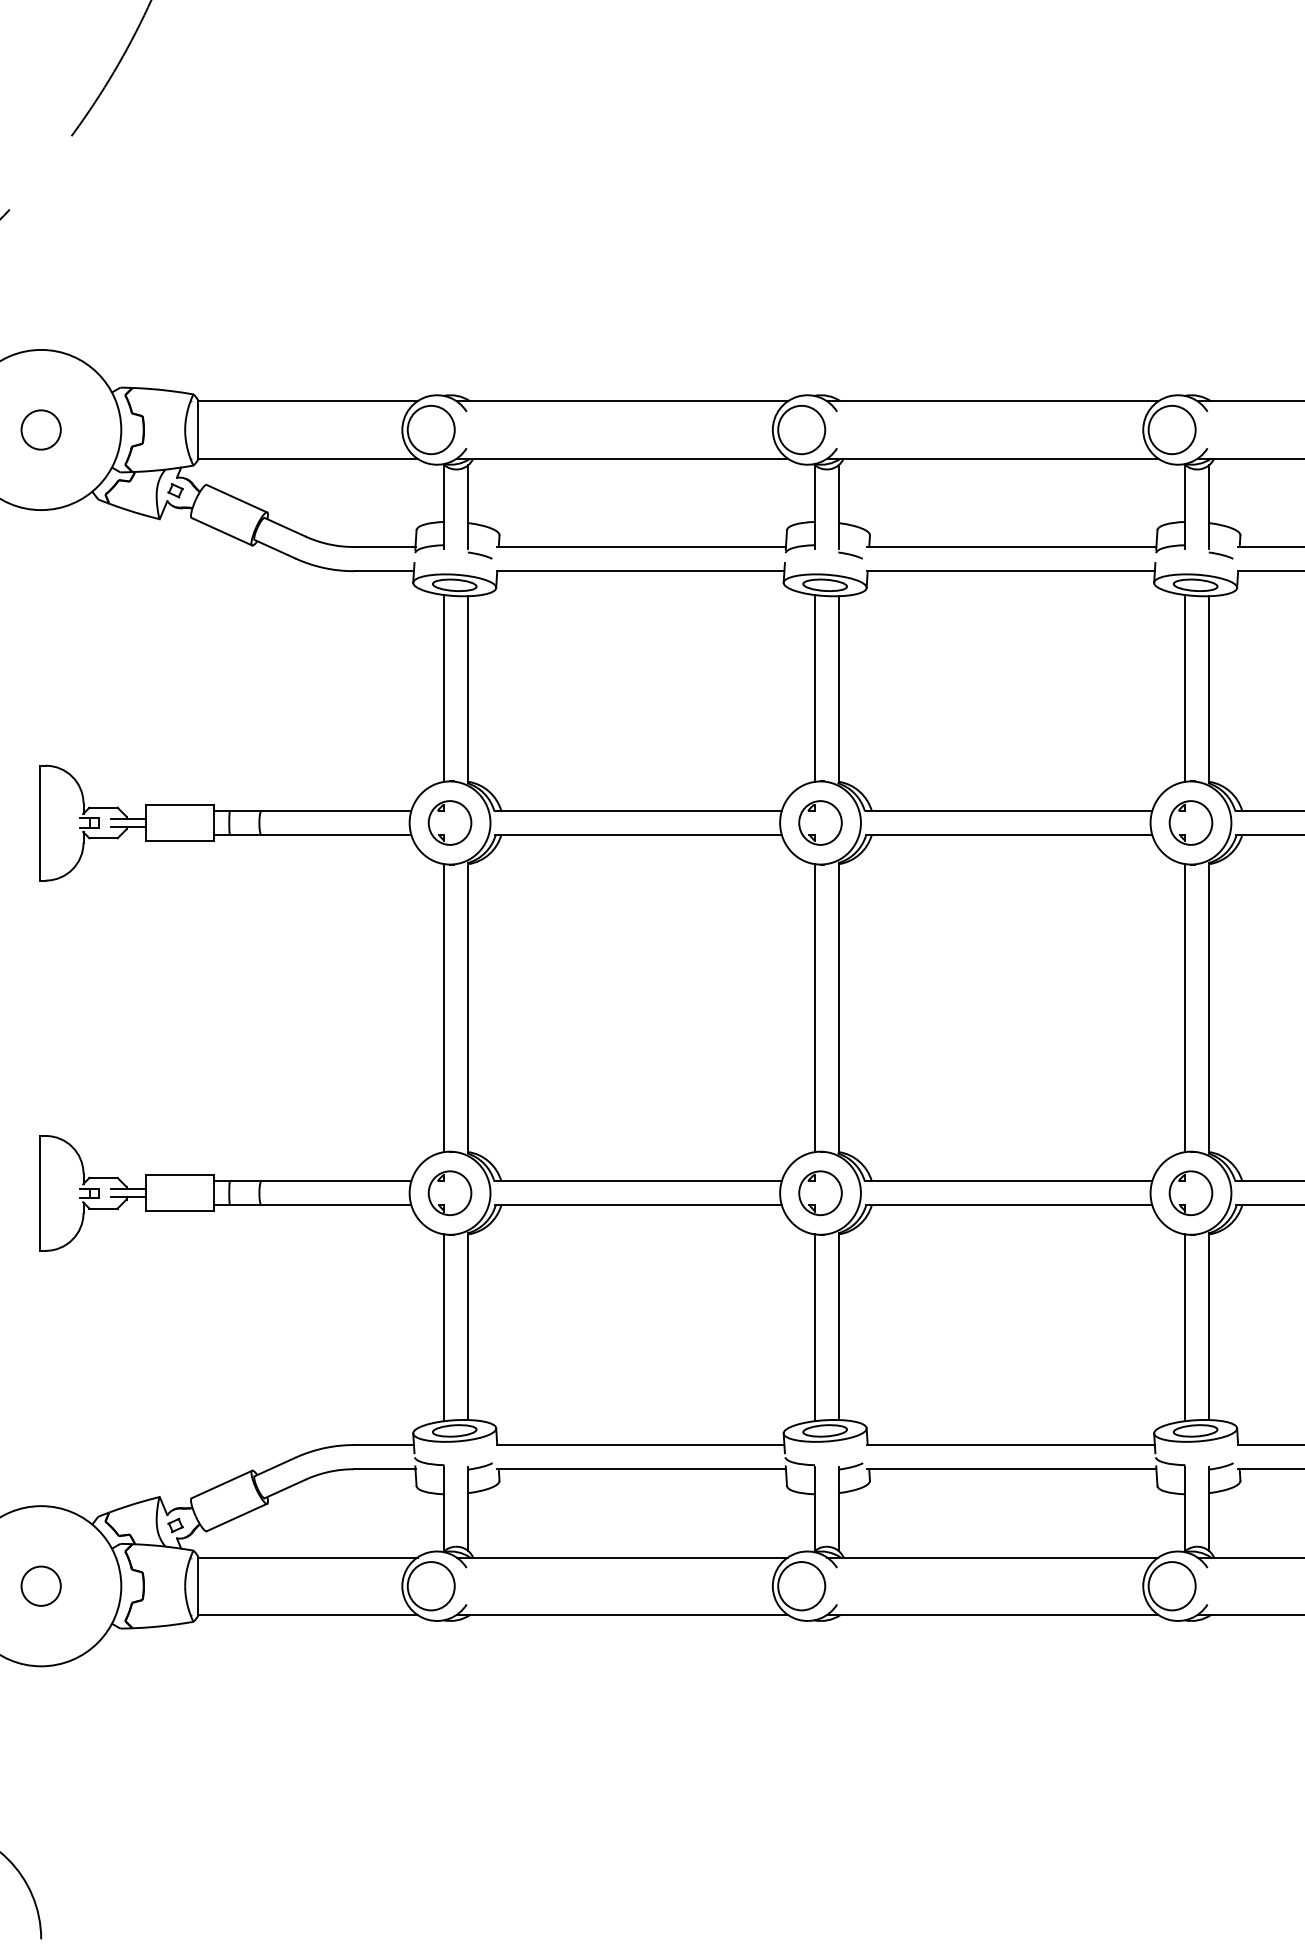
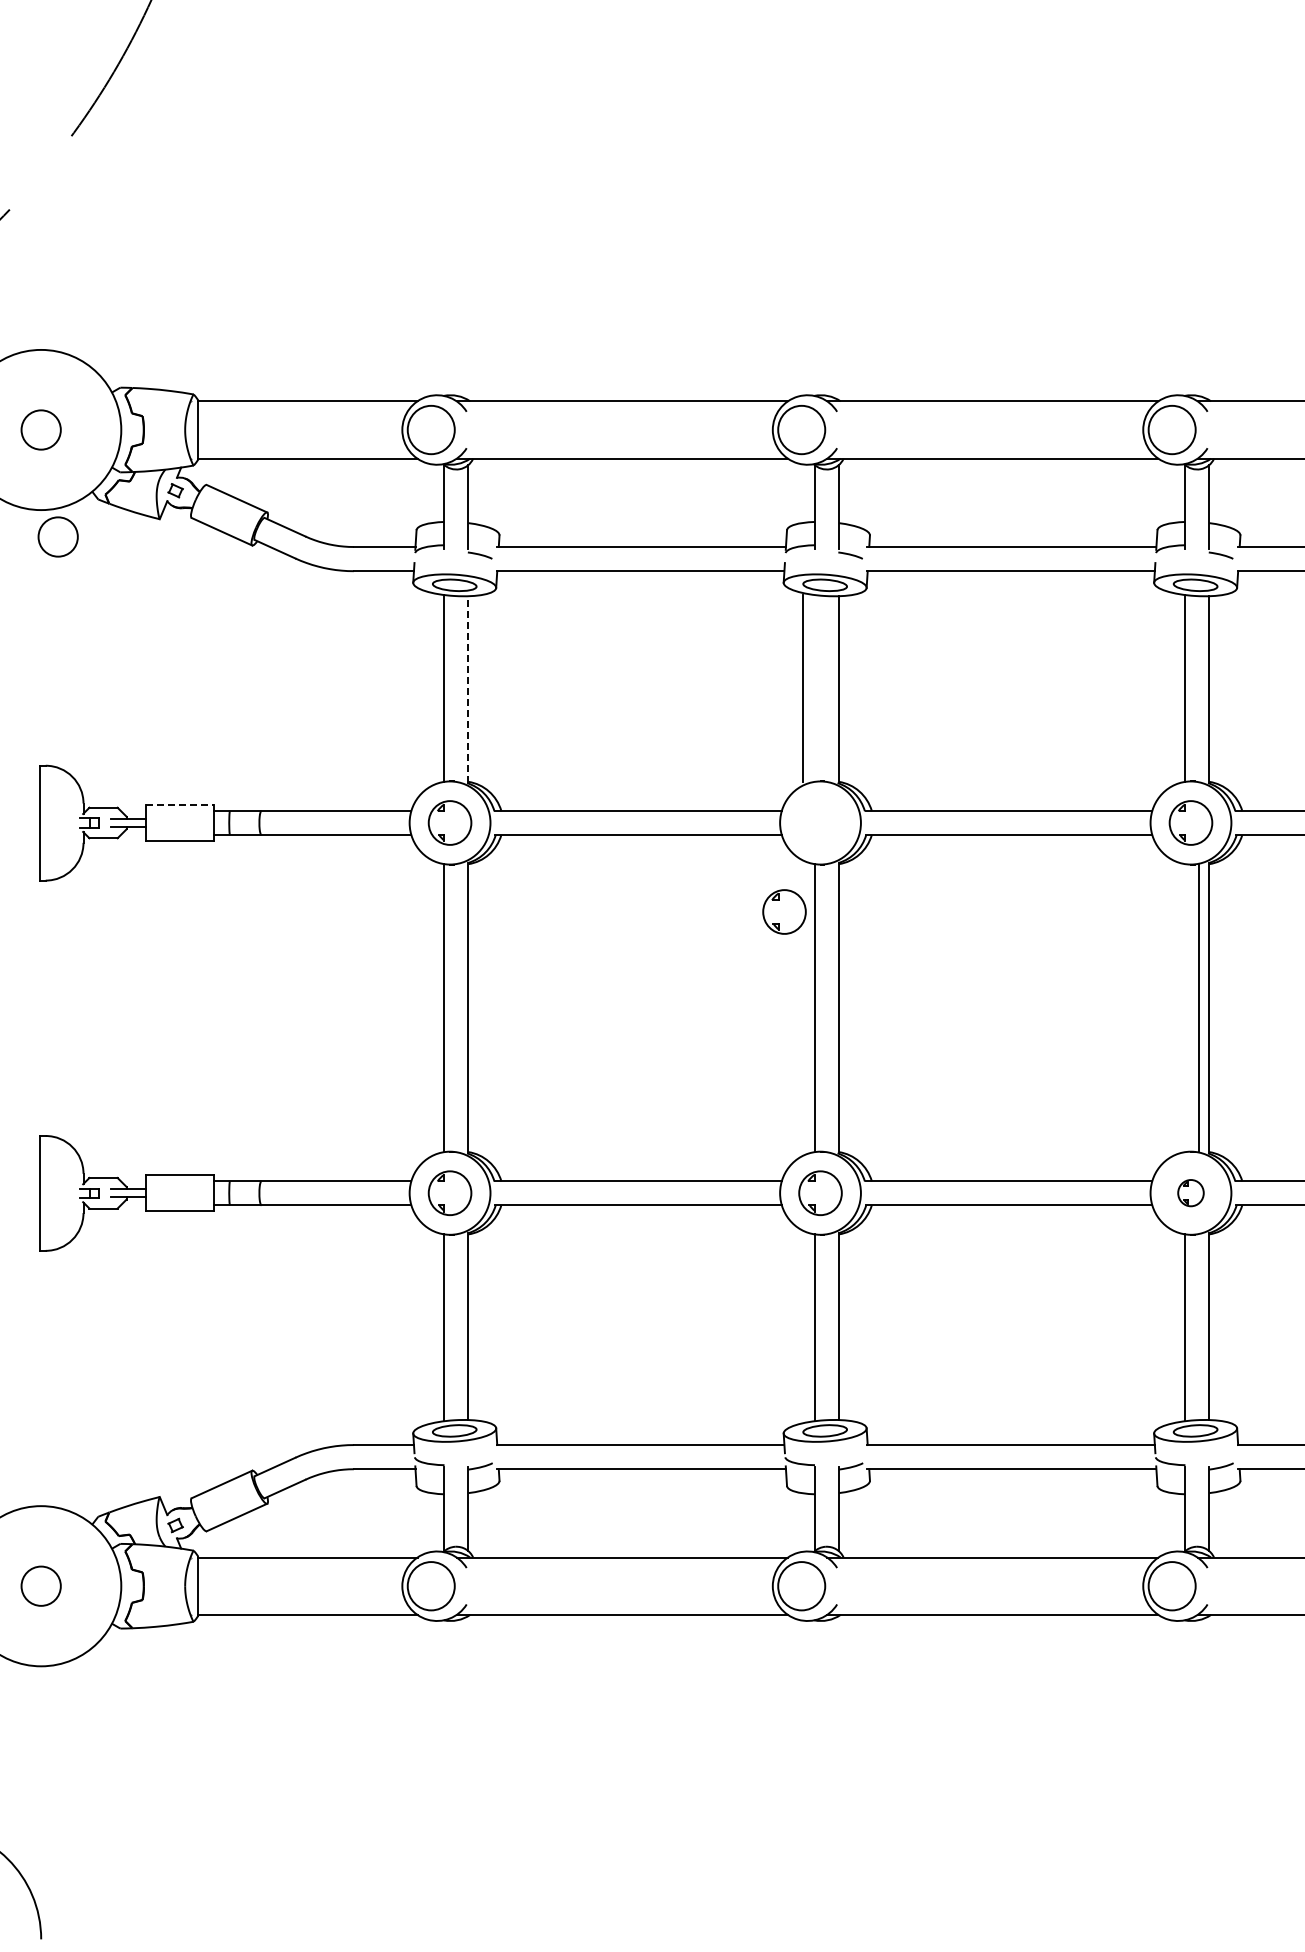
circle at (57, 536): none -> present
line at (814, 688) position: (814, 688) -> (802, 688)
line at (468, 689): solid -> dashed
line at (180, 804): solid -> dashed
part at (820, 822) position: (820, 822) -> (784, 911)
line at (1185, 1008) position: (1185, 1008) -> (1199, 1008)
part at (1190, 1192) size: 46x46 px -> 28x29 px
